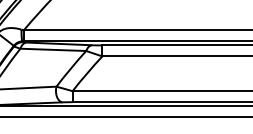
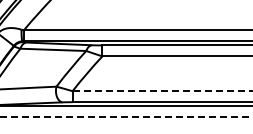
line at (162, 91): solid -> dashed
line at (125, 117): solid -> dashed
